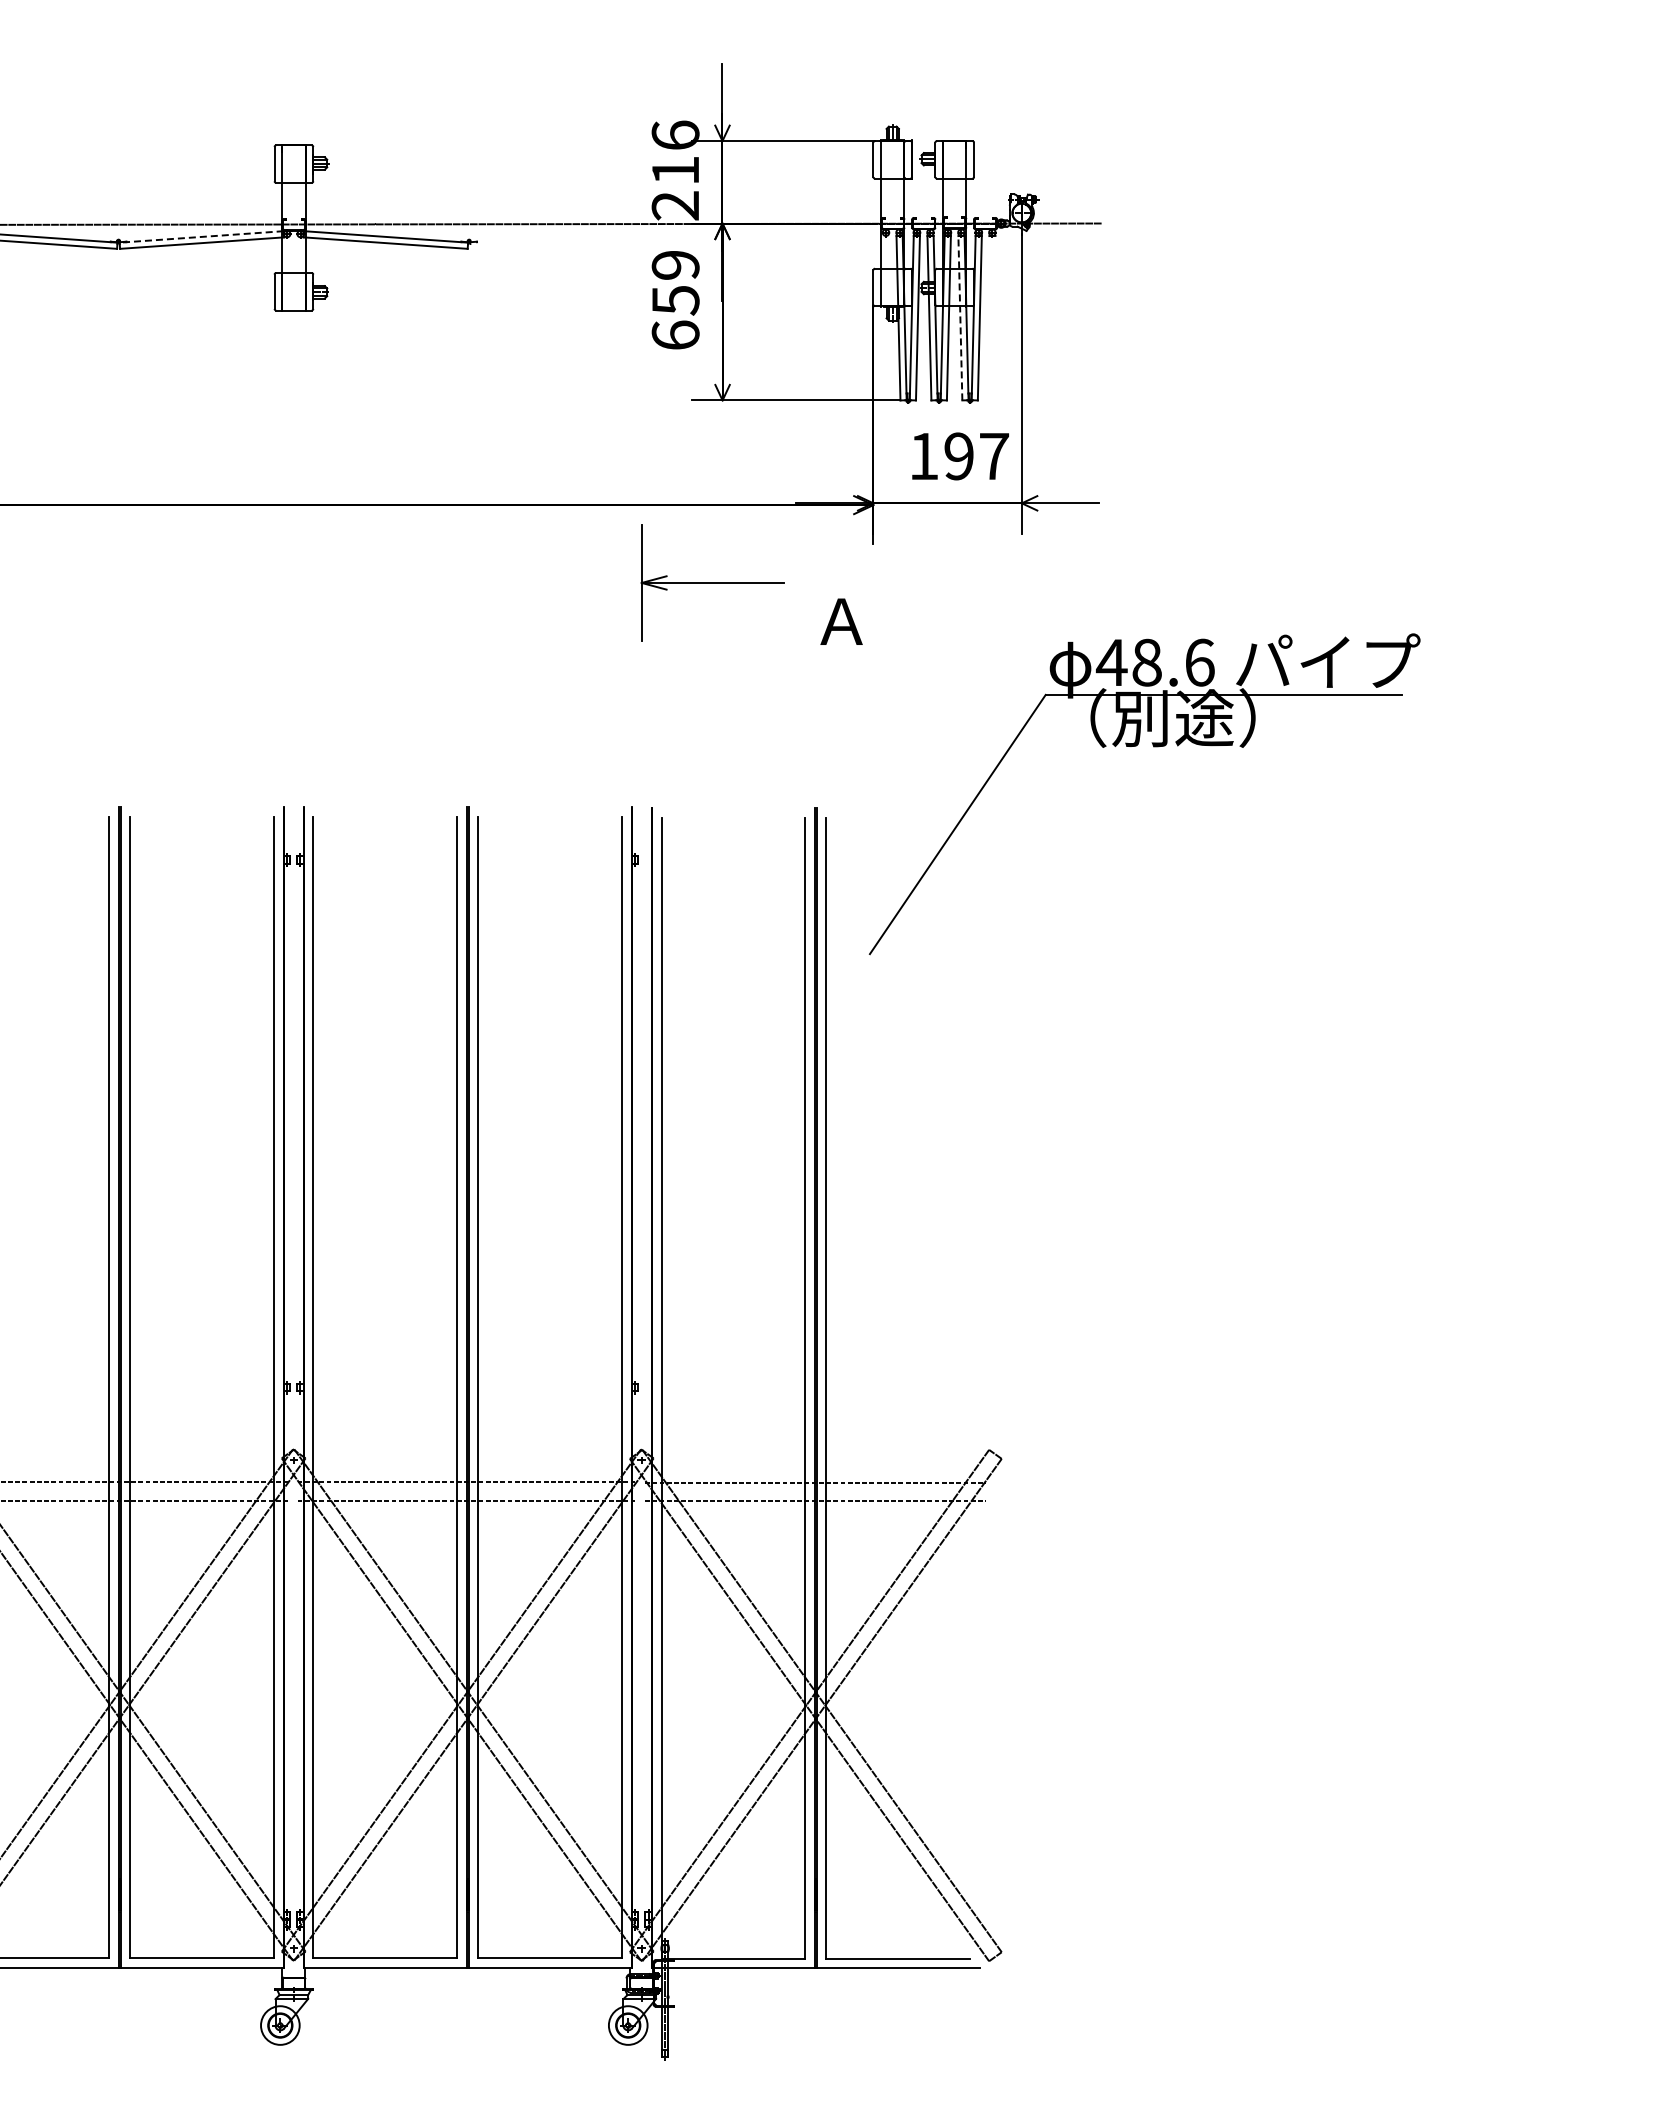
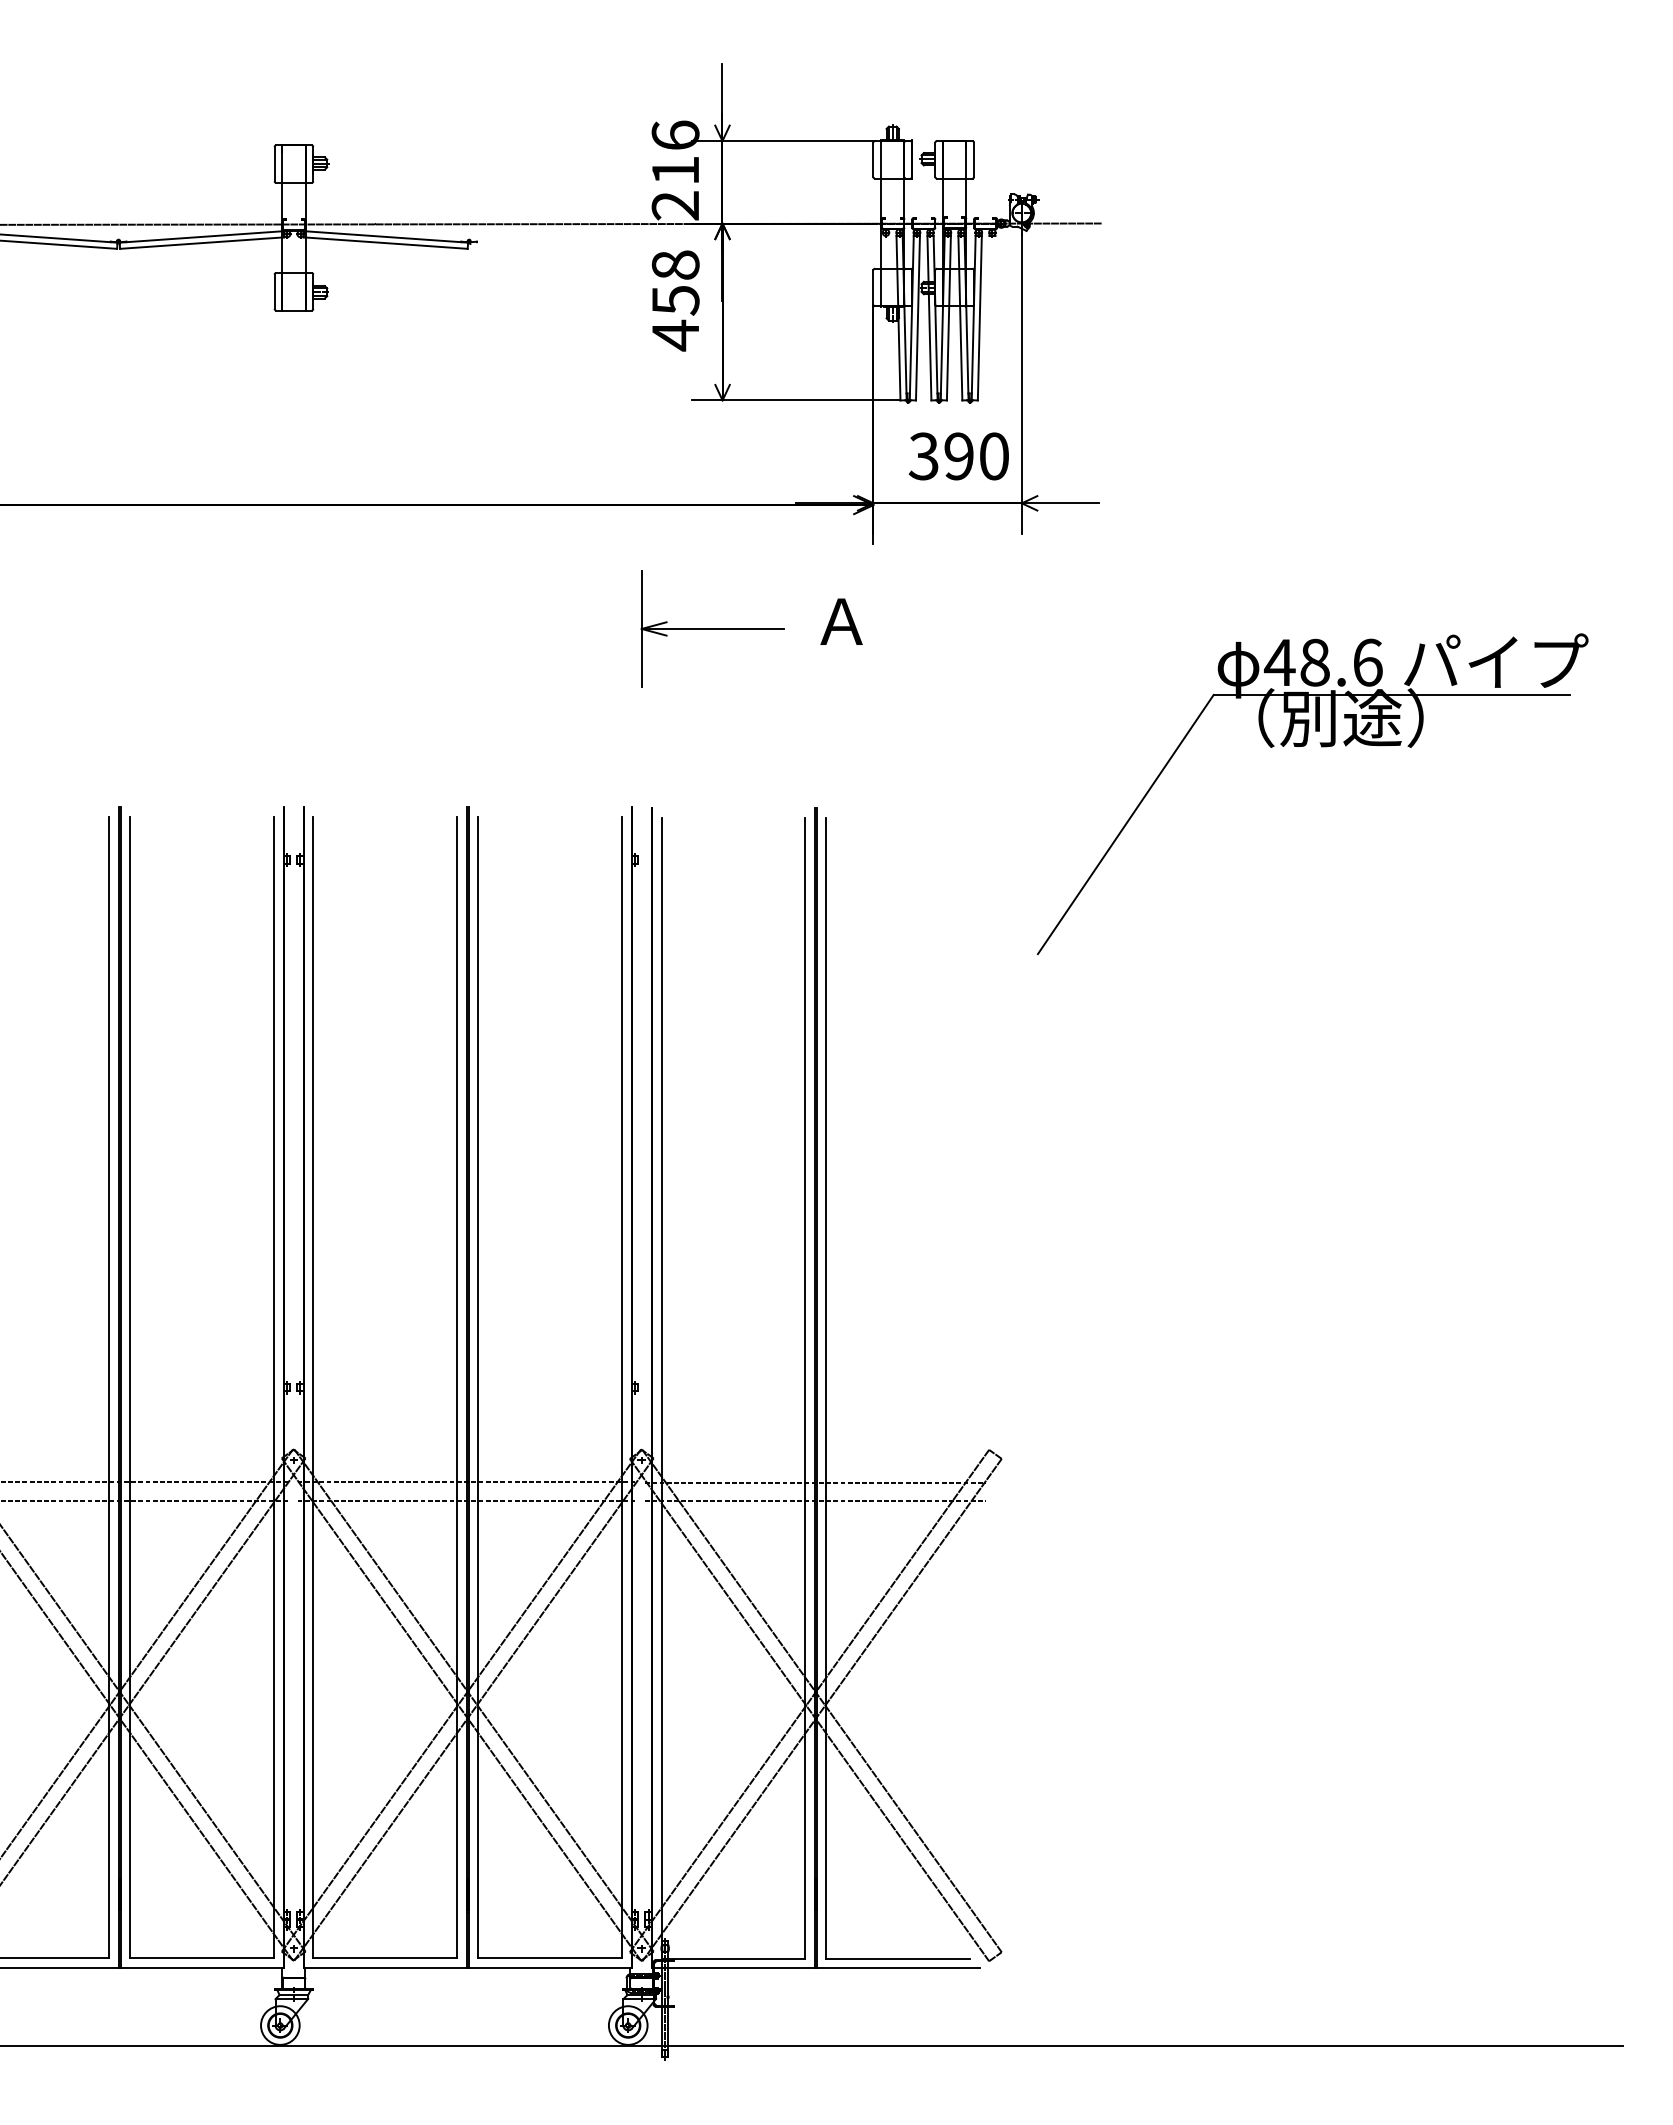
line at (201, 236): dashed -> solid
text at (675, 300): 659 -> 458
line at (960, 317): dashed -> solid
text at (958, 456): 197 -> 390
part at (712, 582) position: (712, 582) -> (712, 628)
part at (1153, 747) position: (1153, 747) -> (1321, 747)
line at (812, 2045): none -> present
